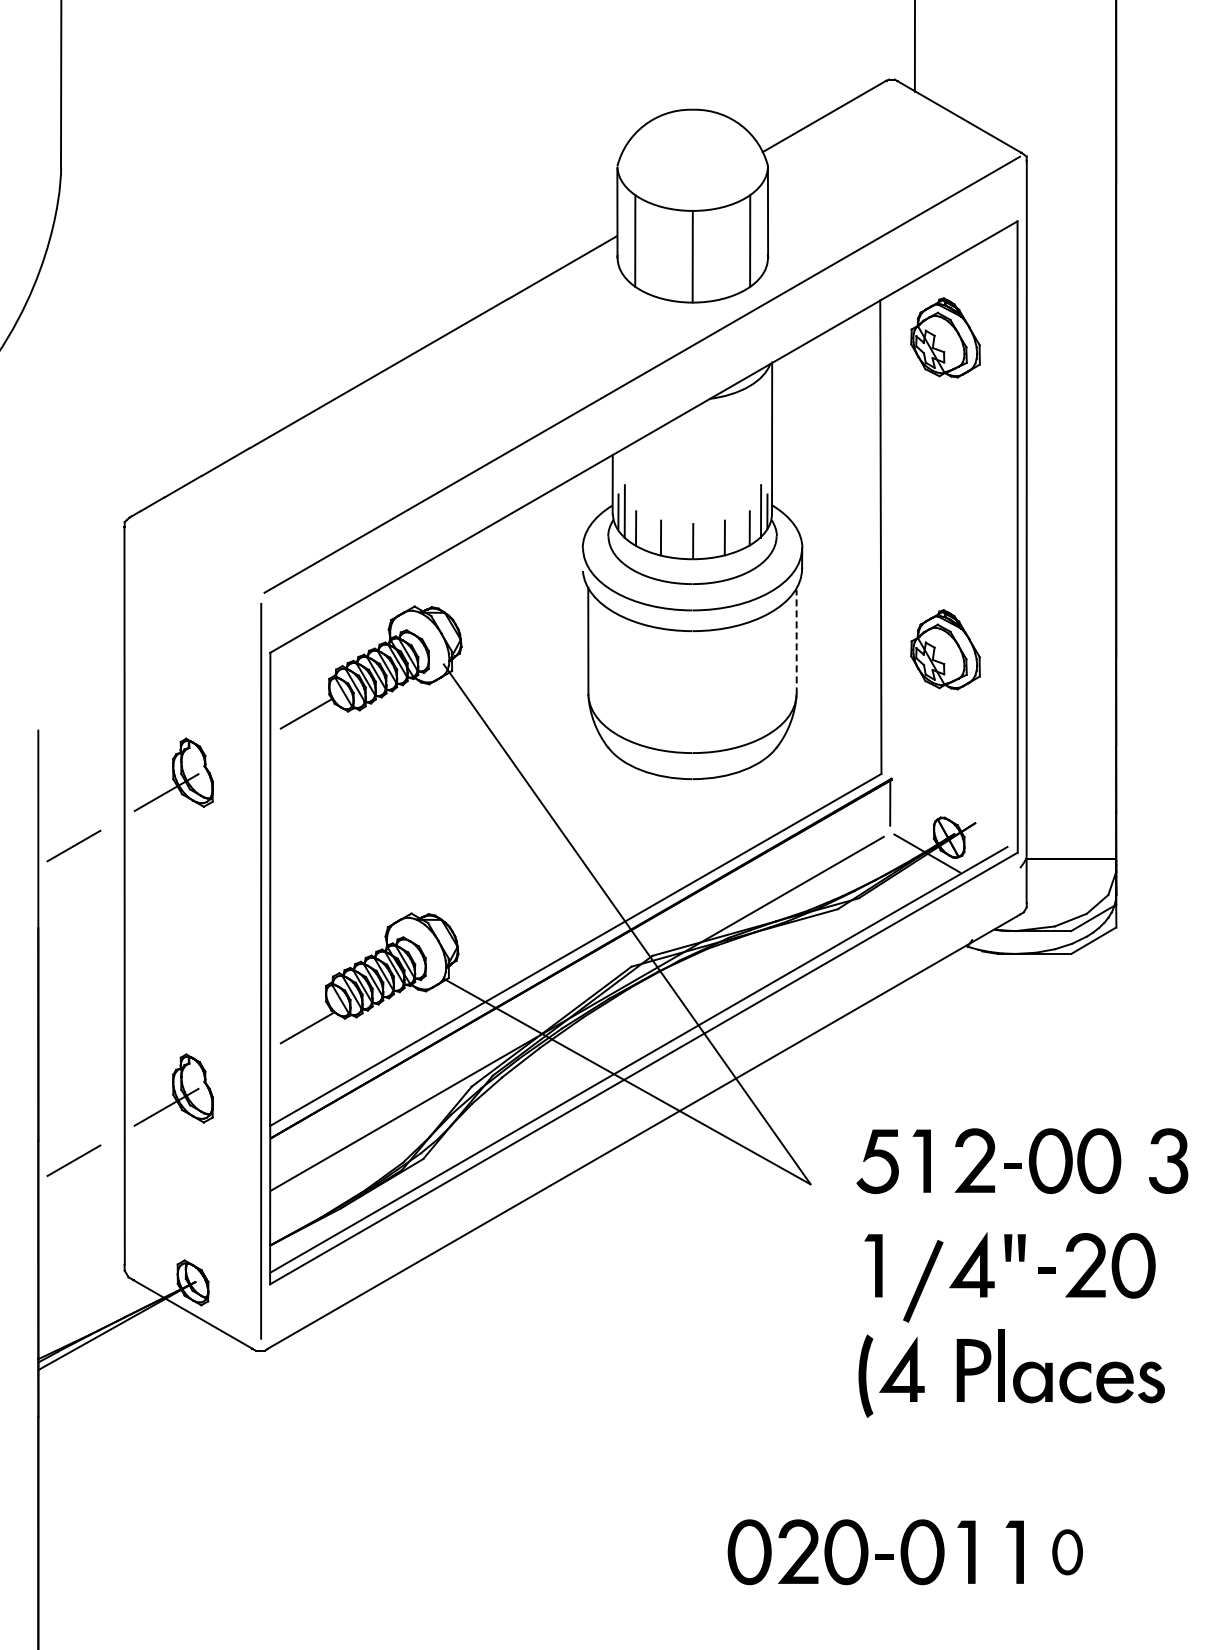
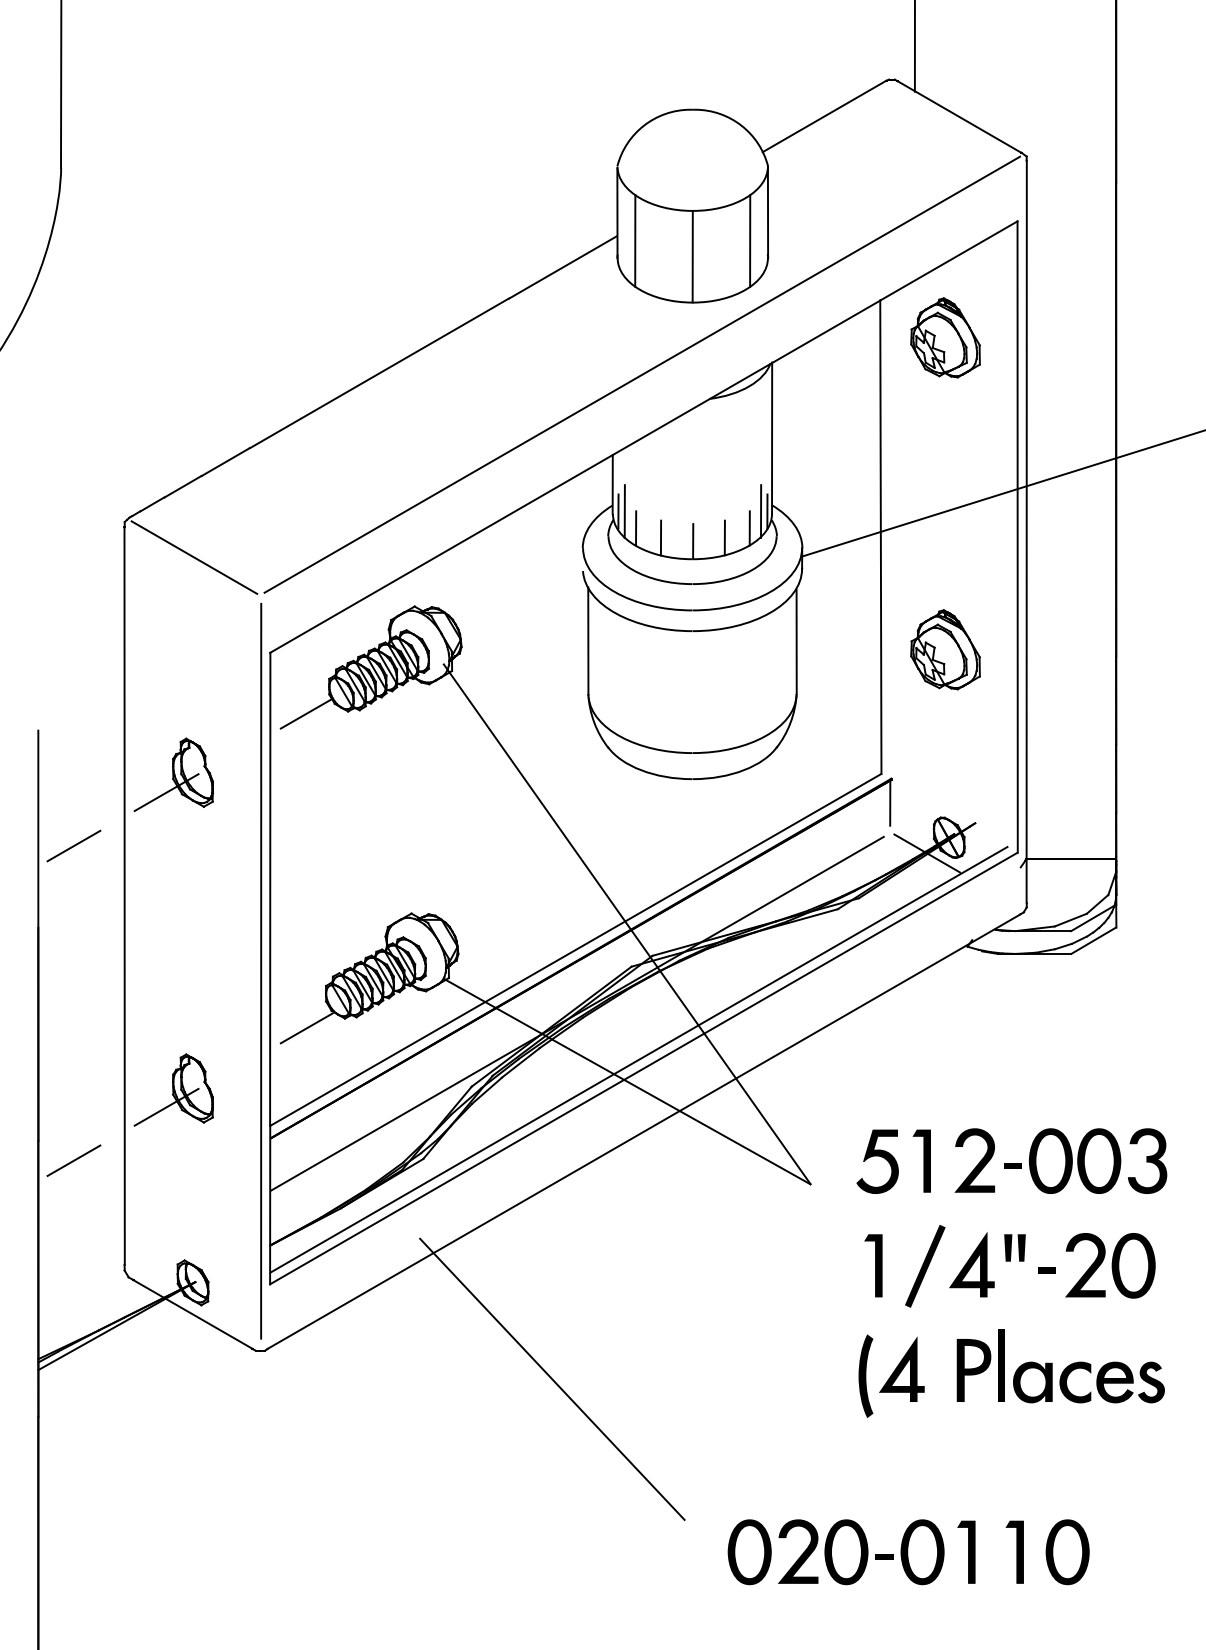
line at (1002, 493): none -> present
line at (194, 557): none -> present
line at (796, 641): dashed -> solid
part at (1168, 1160) position: (1168, 1160) -> (1147, 1160)
part at (923, 1281) position: (923, 1281) -> (925, 1266)
line at (552, 1378): none -> present
part at (1067, 1552) size: 31x47 px -> 45x67 px
